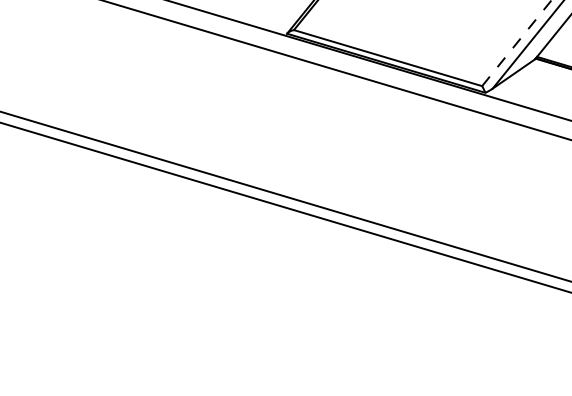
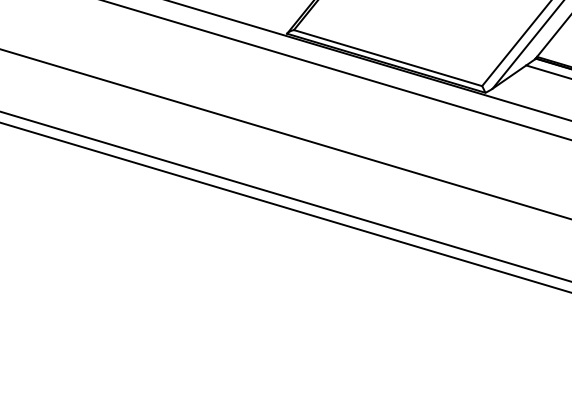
line at (517, 42): dashed -> solid
line at (547, 71): none -> present
line at (285, 133): none -> present
